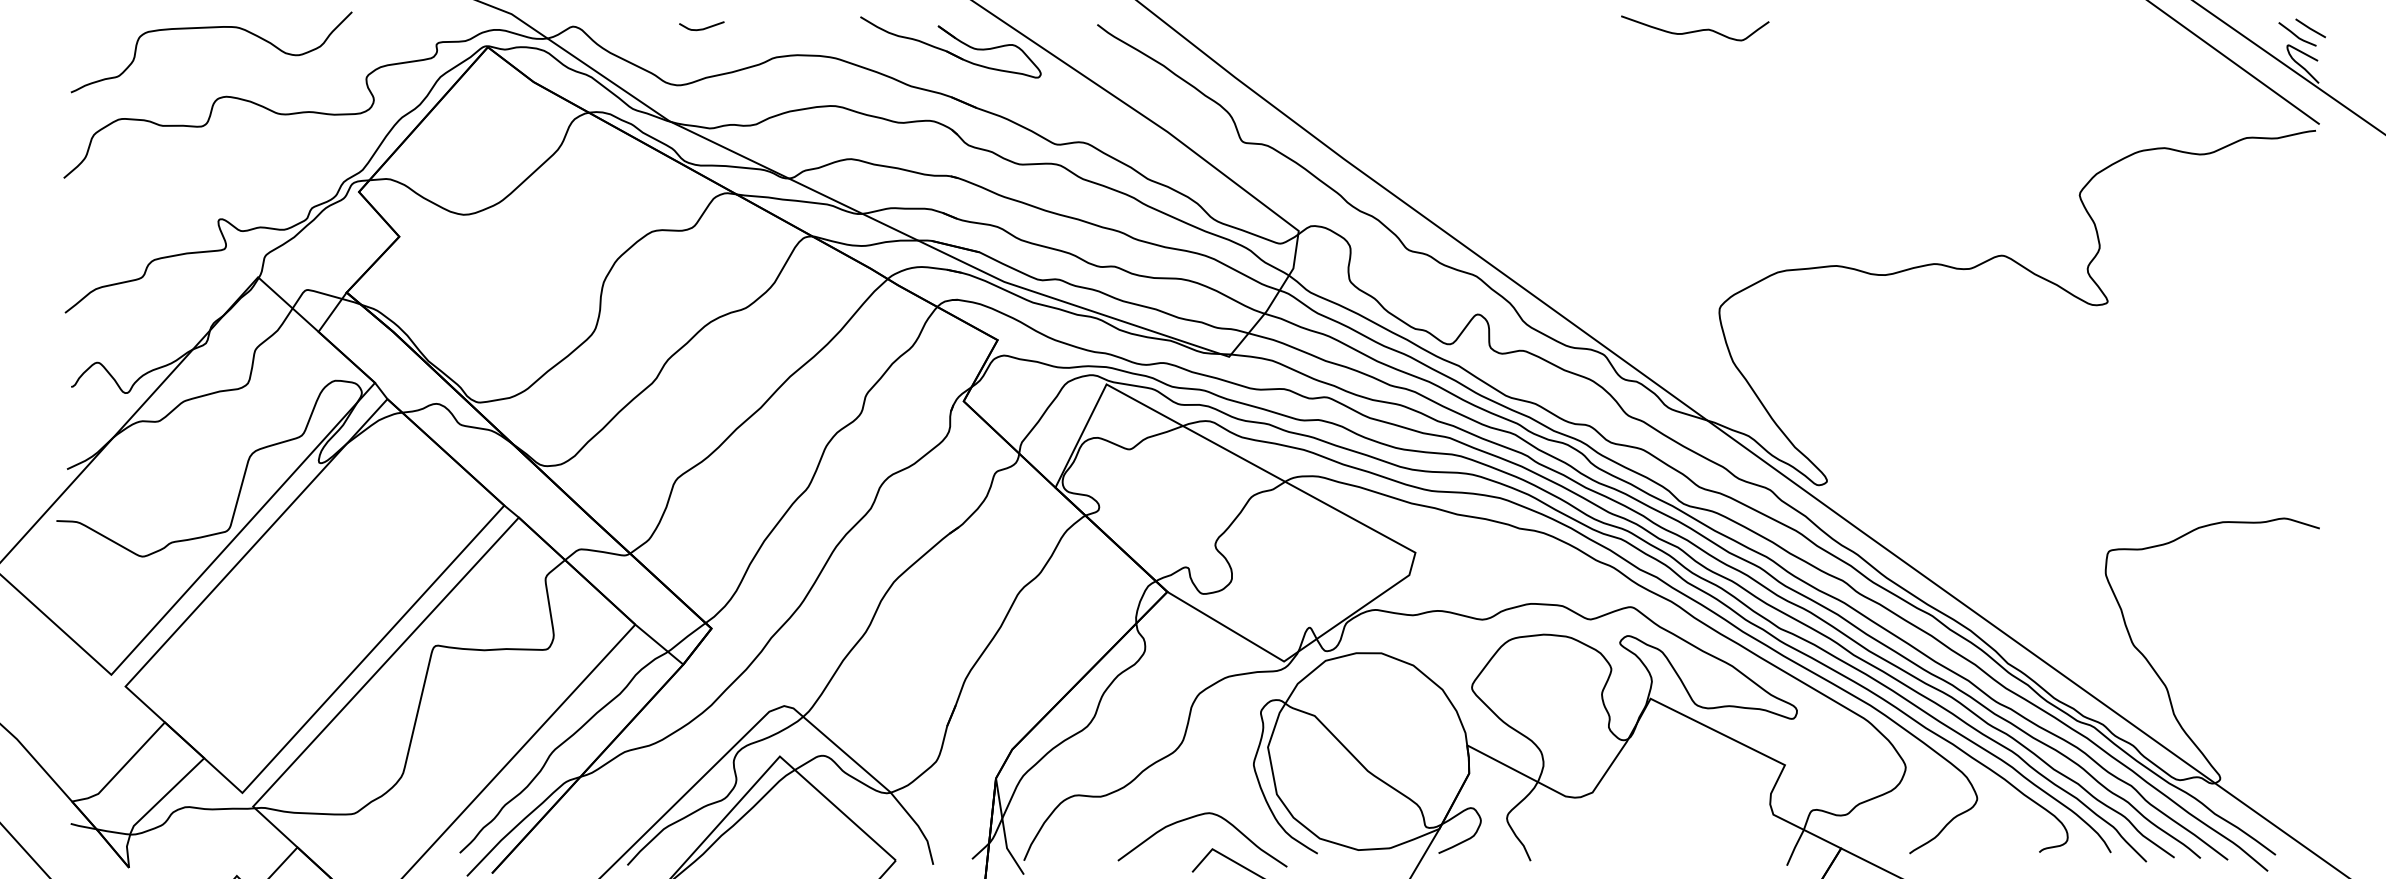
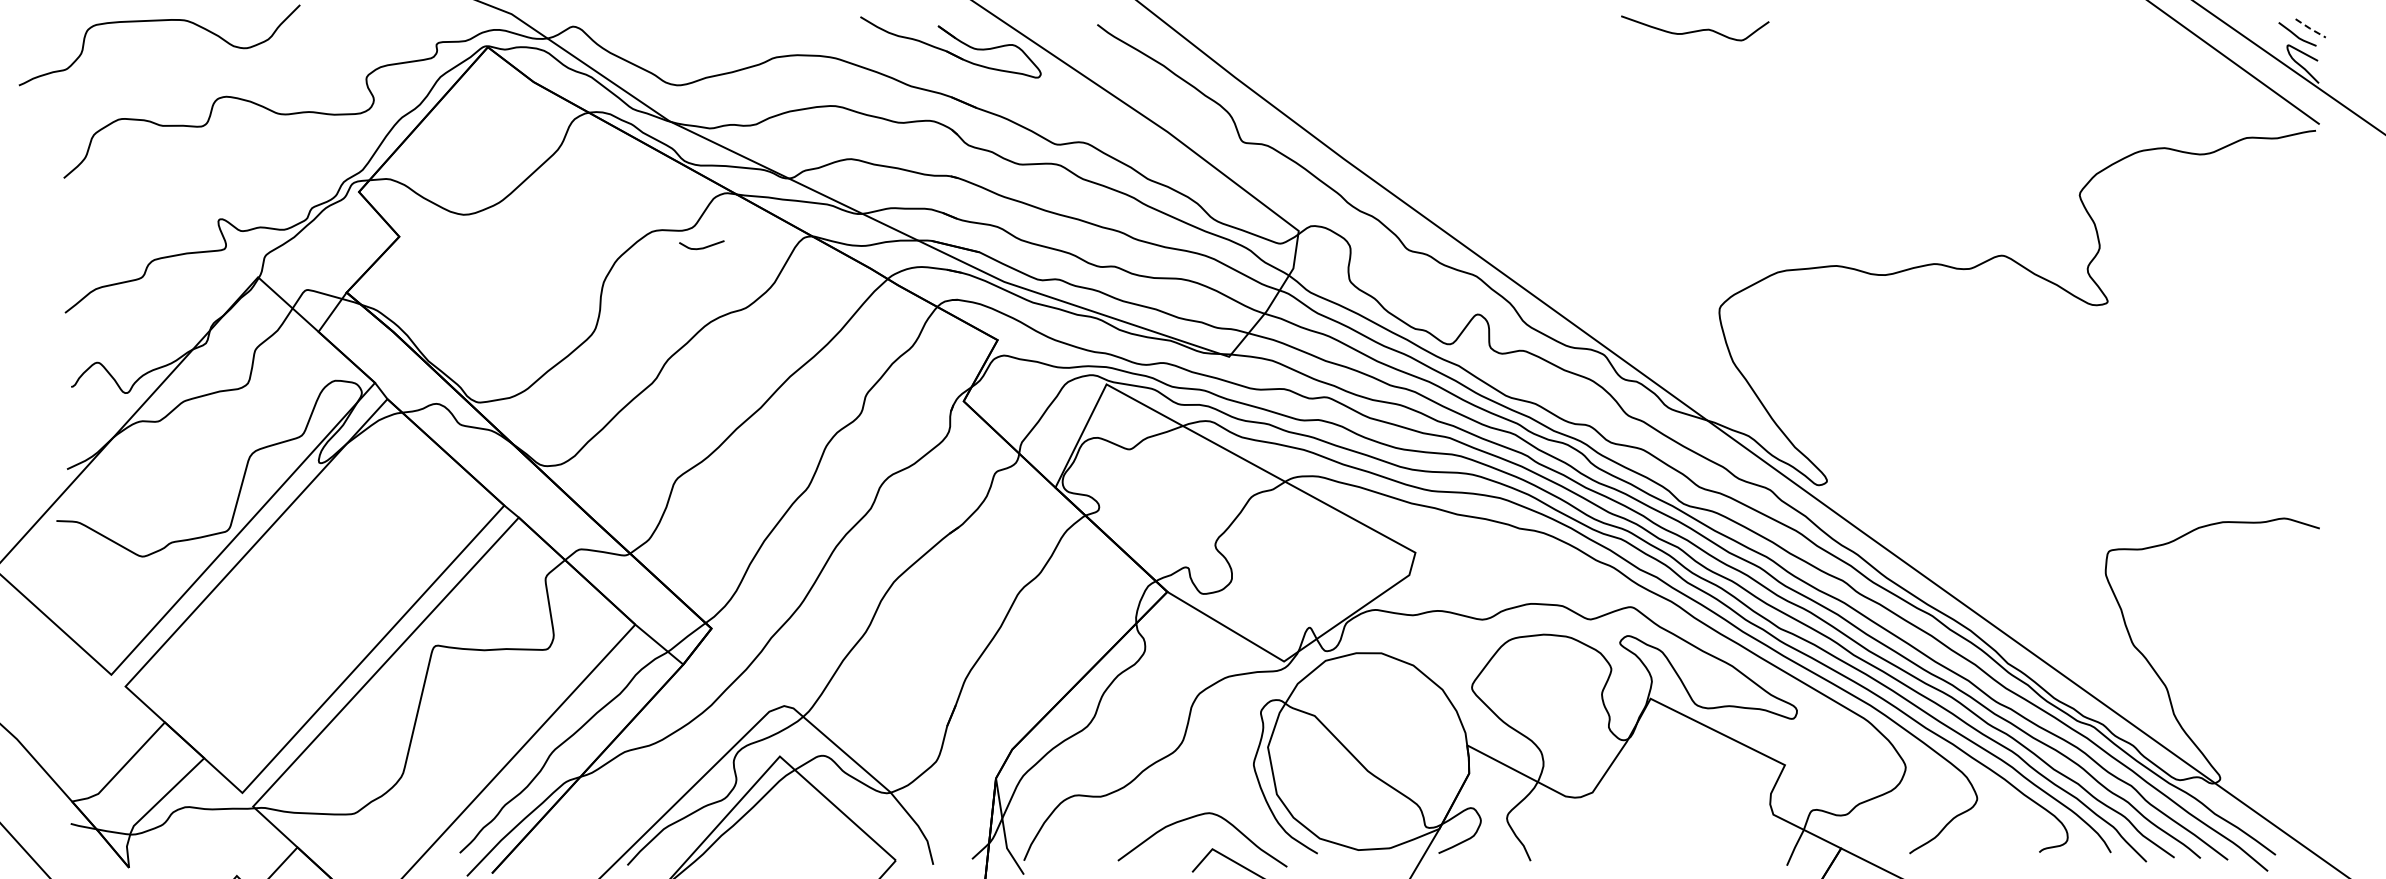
curve at (211, 28) position: (211, 28) -> (159, 21)
curve at (701, 28) position: (701, 28) -> (701, 247)
line at (2309, 28): solid -> dashed
